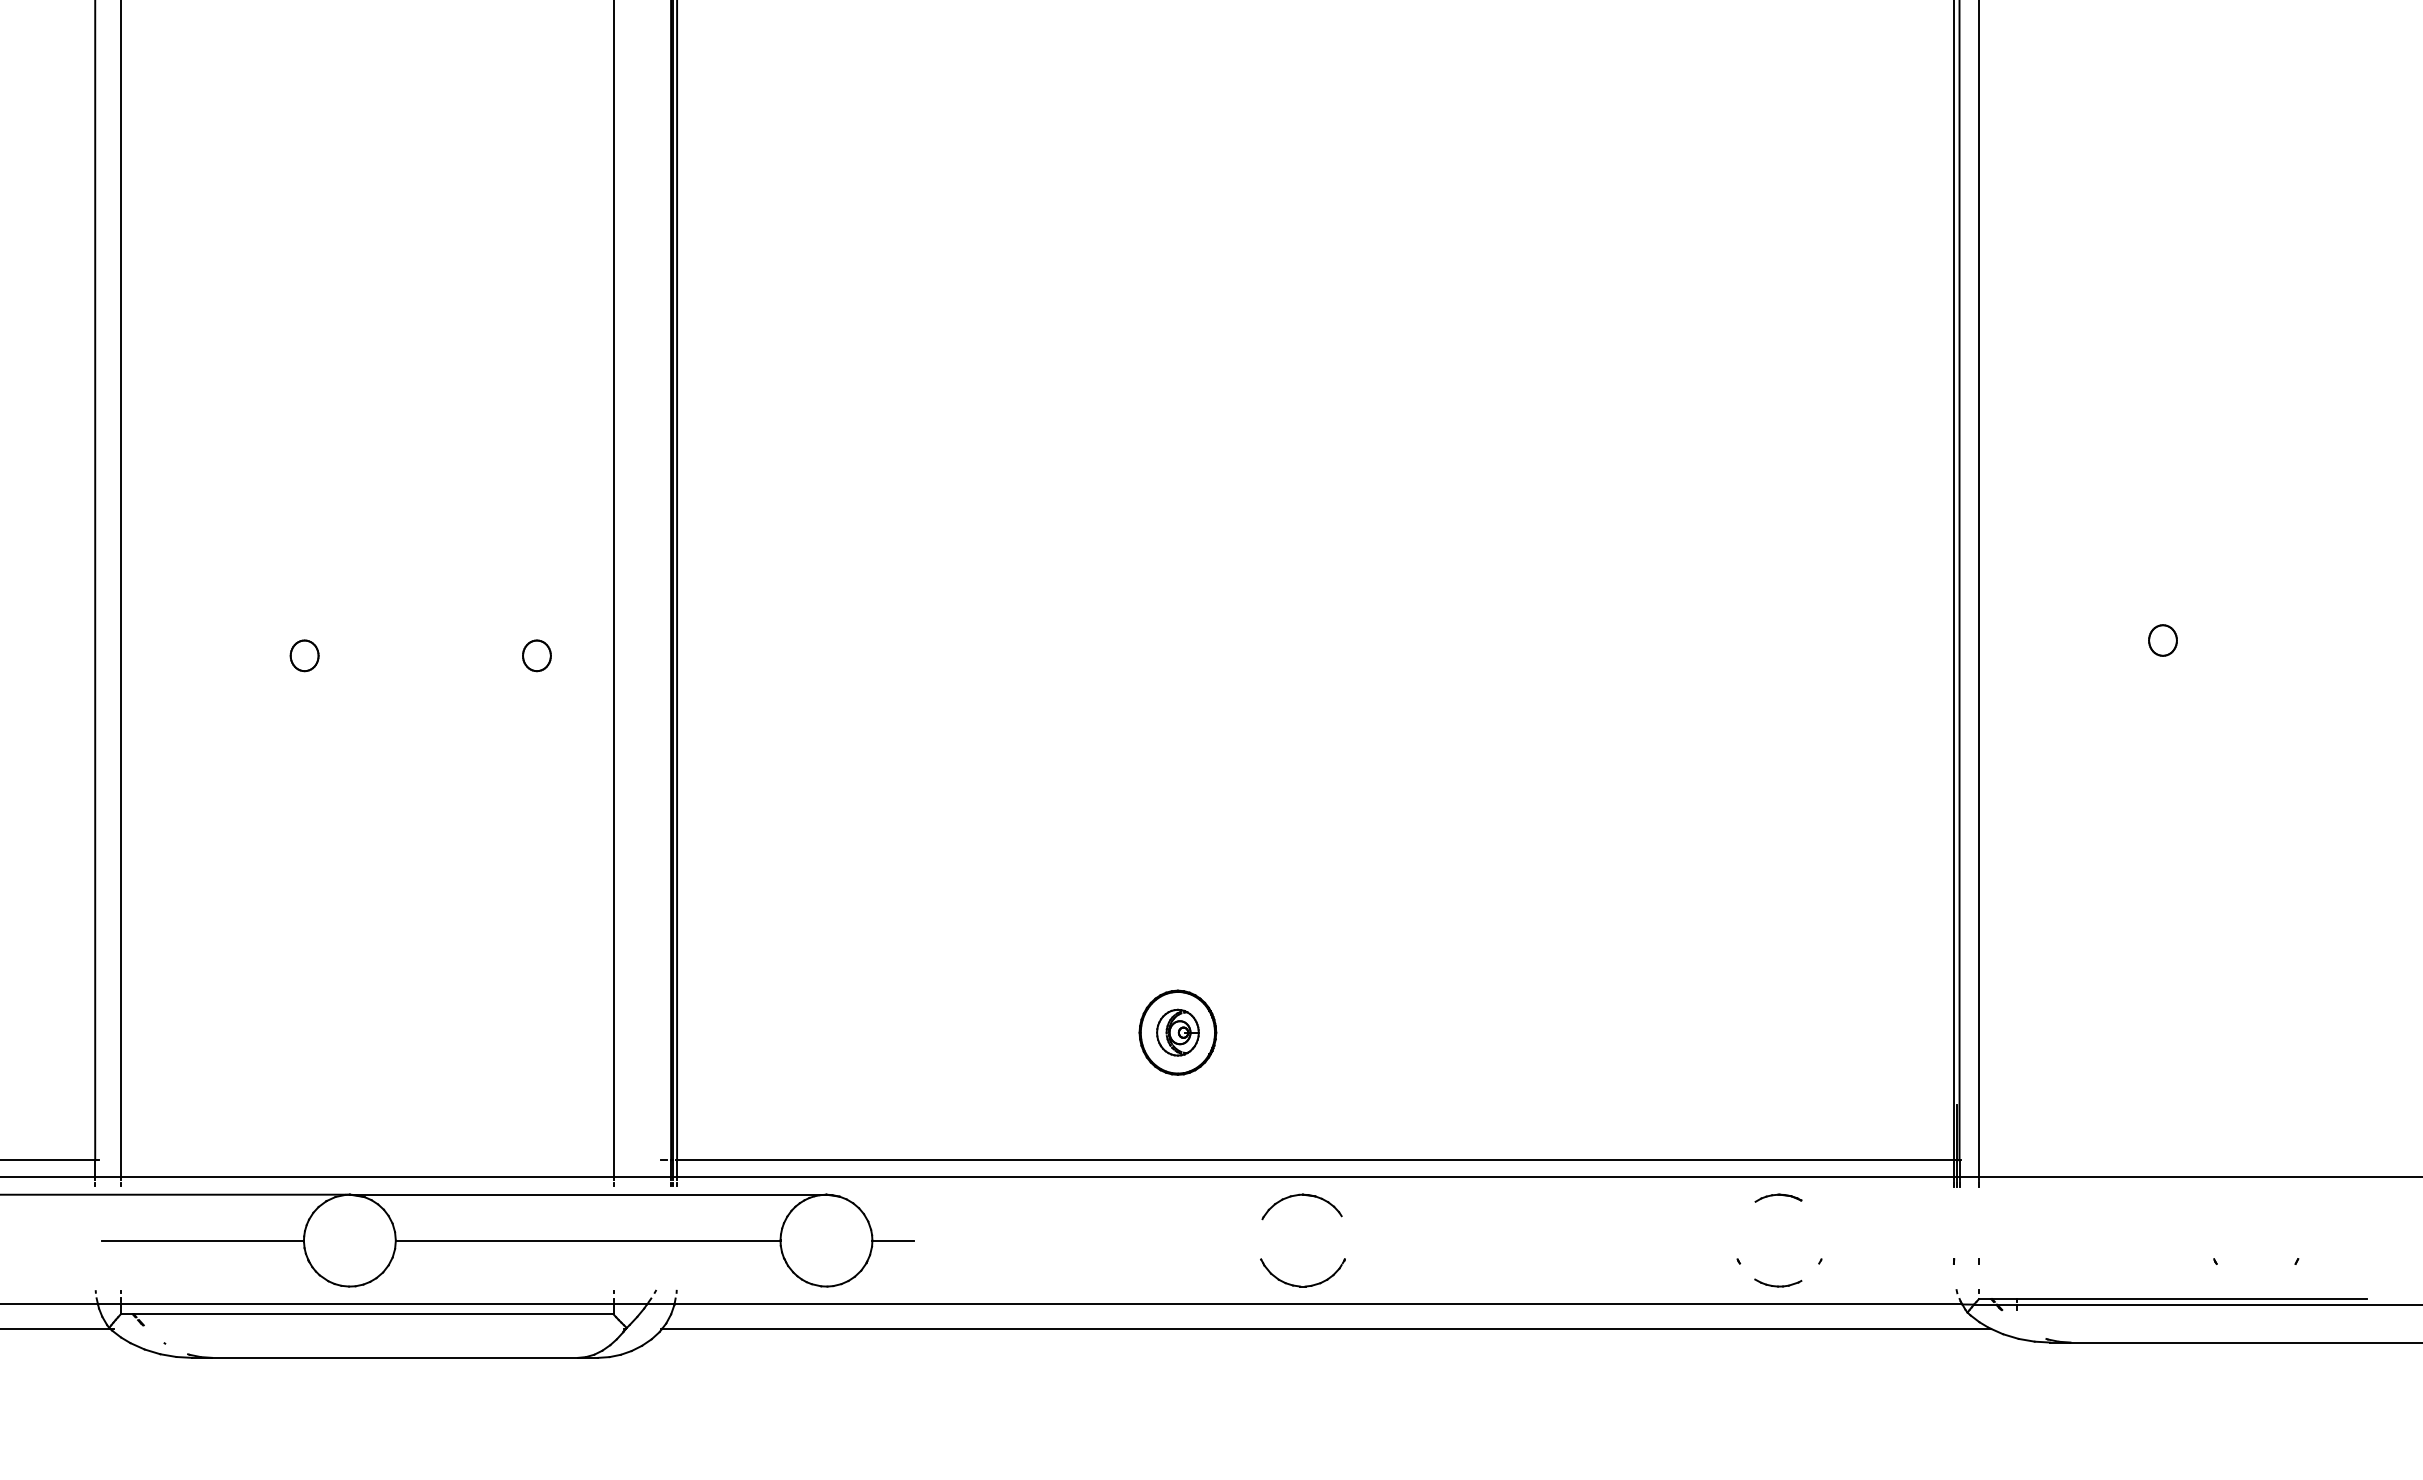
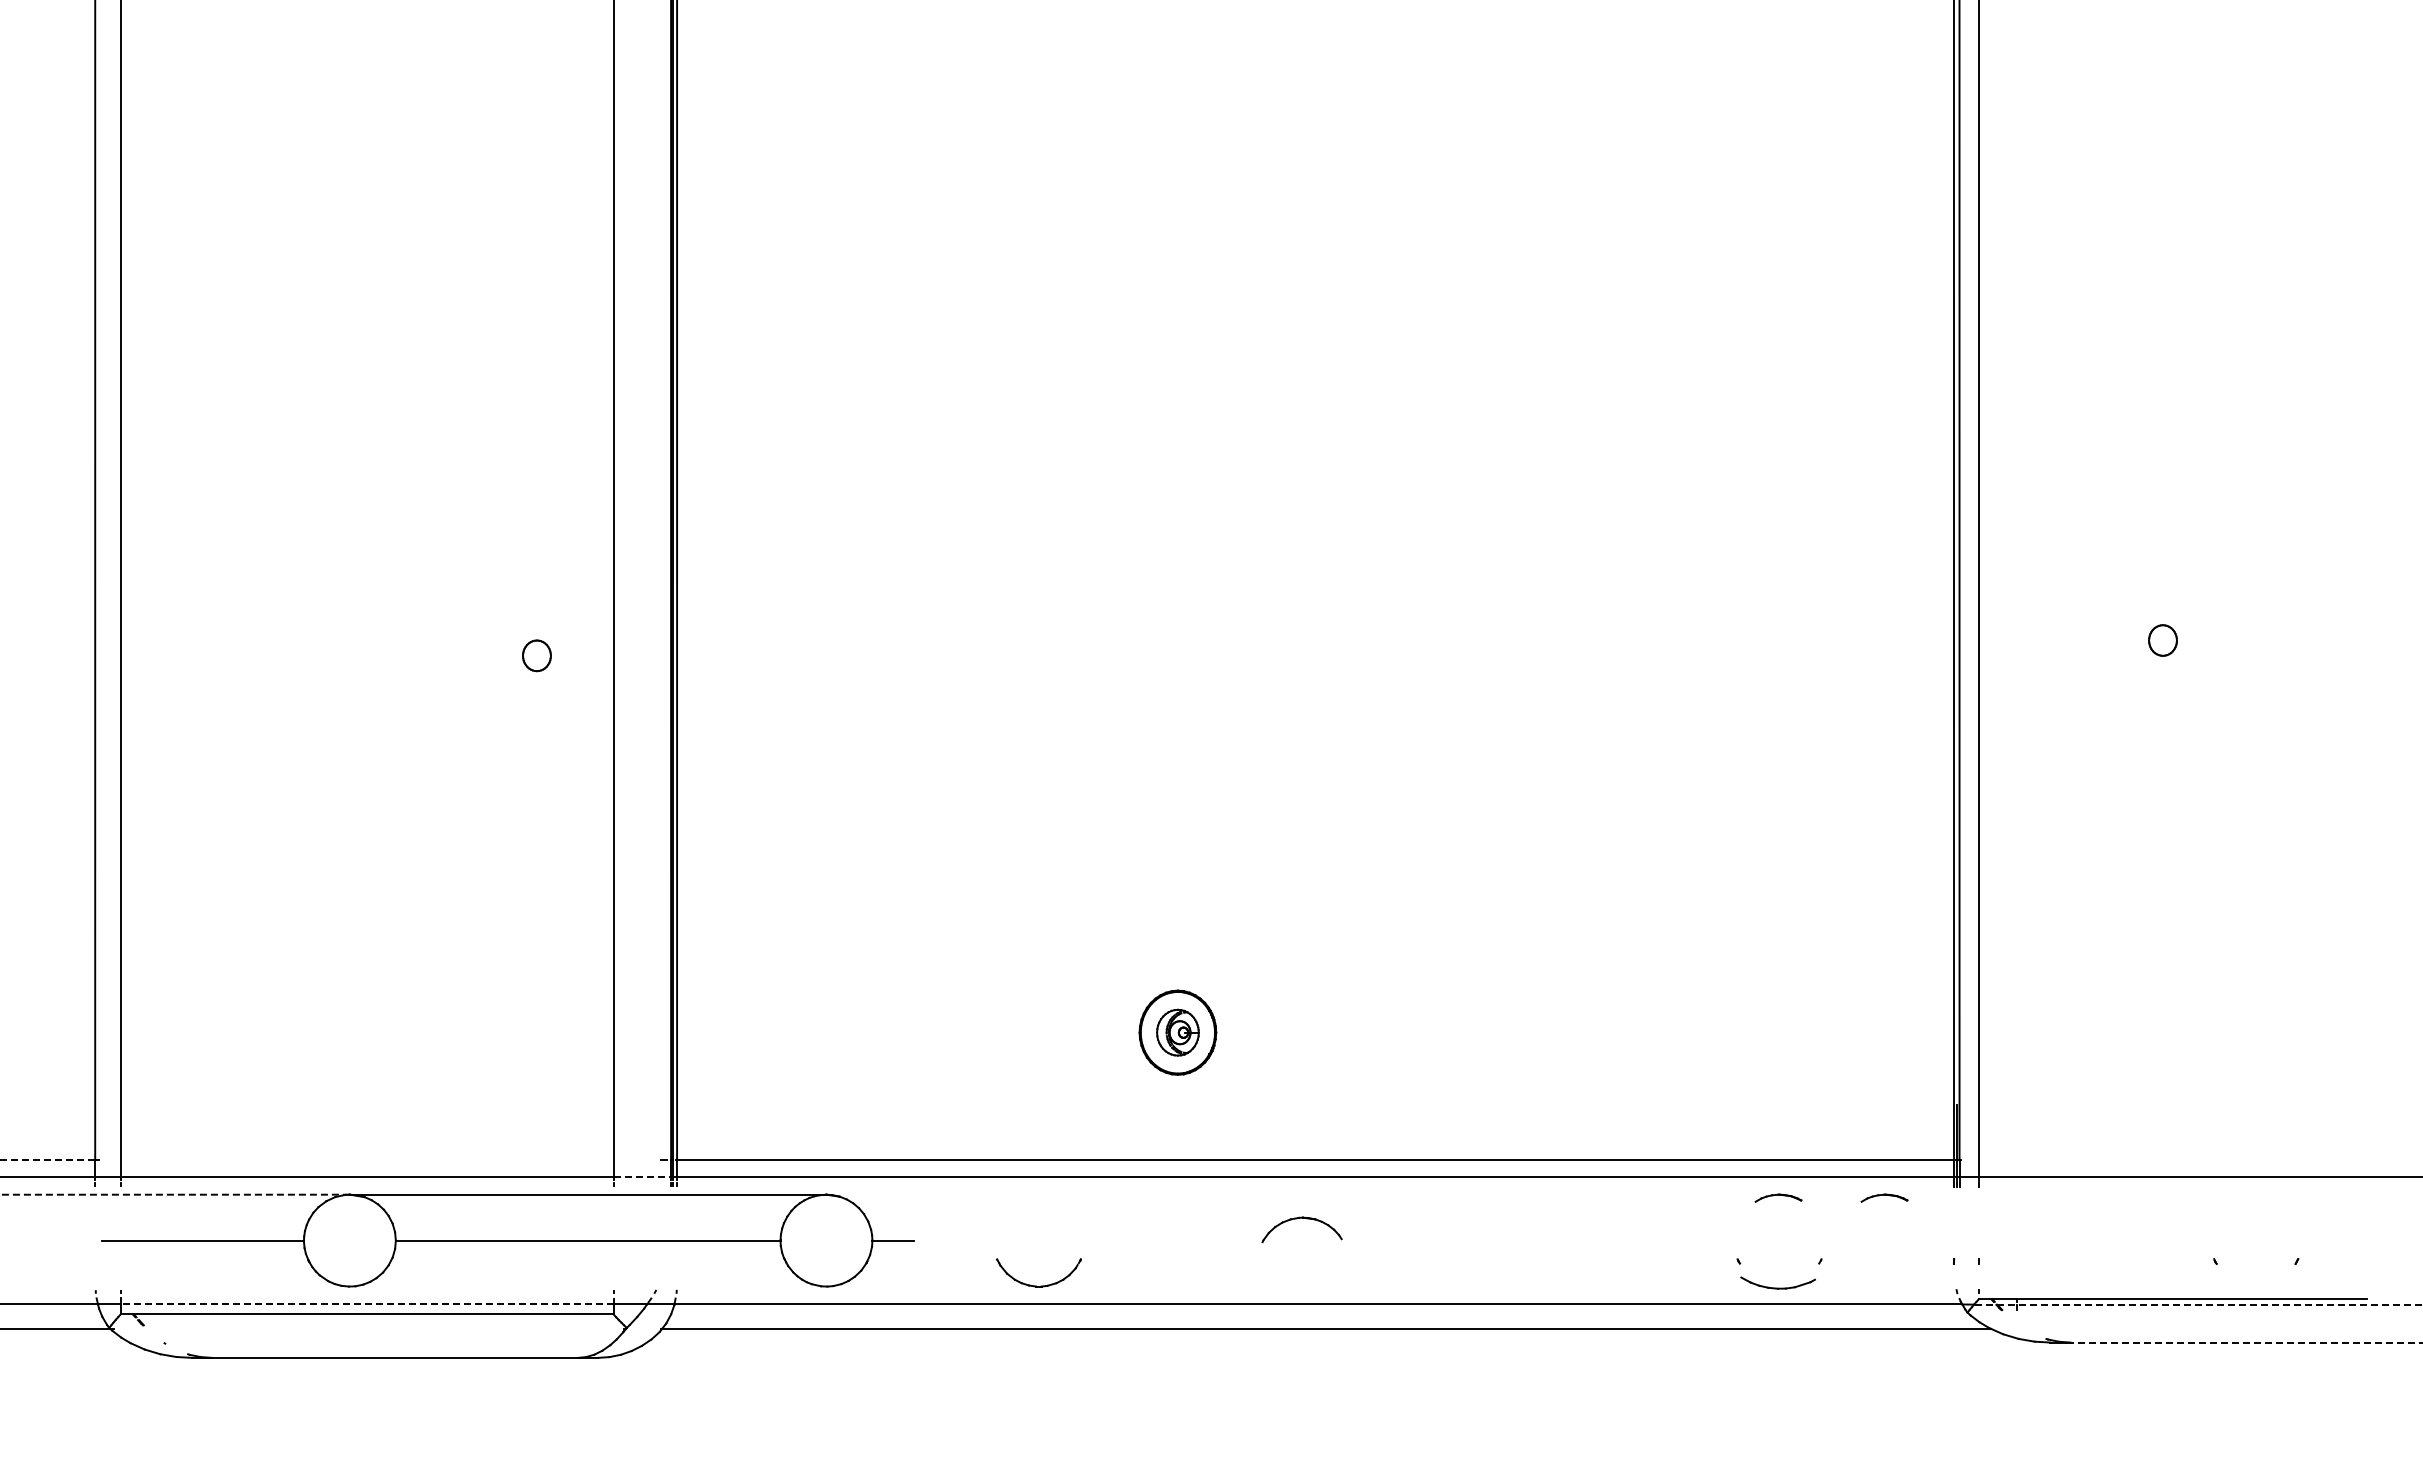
part at (304, 655): present -> none
line at (47, 1160): solid -> dashed
line at (642, 1176): solid -> dashed
line at (175, 1194): solid -> dashed
part at (1297, 1196) position: (1297, 1196) -> (1297, 1219)
part at (1884, 1197): none -> present
part at (1778, 1282) size: 49x10 px -> 76x14 px
part at (1300, 1285) position: (1300, 1285) -> (1036, 1285)
line at (366, 1304): solid -> dashed
line at (2198, 1304): solid -> dashed
line at (2246, 1342): solid -> dashed
